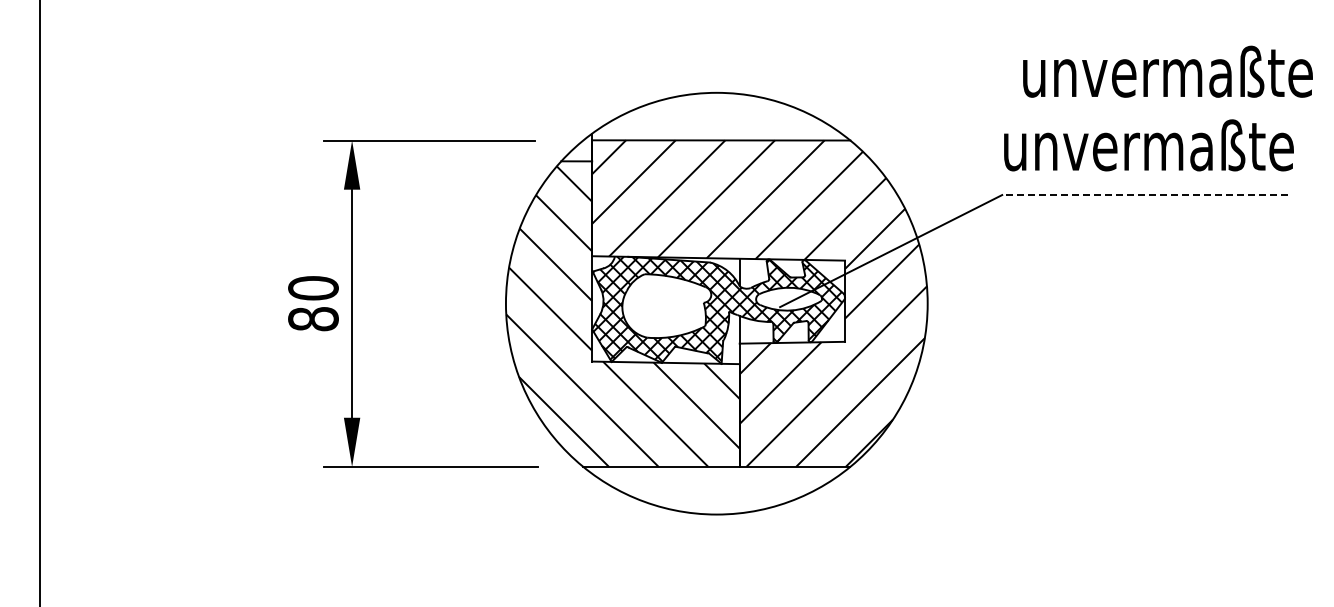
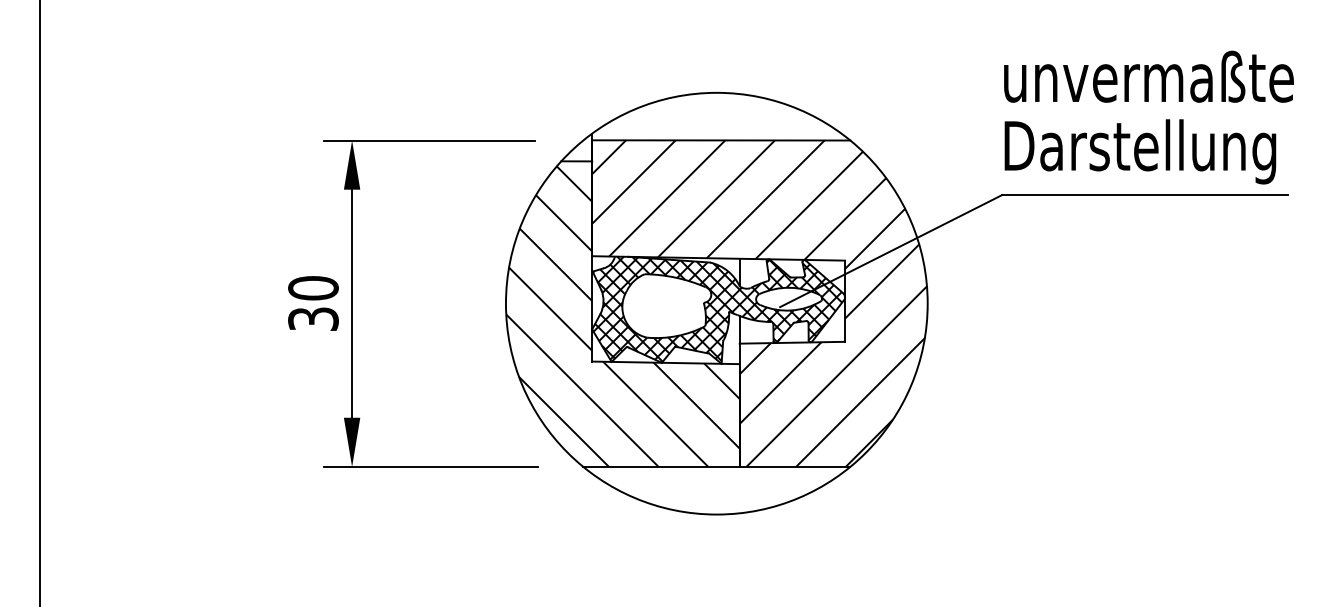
text at (1167, 71) position: (1167, 71) -> (1148, 76)
text at (1148, 151): unvermaßte -> Darstellung
line at (1145, 195): dashed -> solid
text at (313, 319): 80 -> 30
